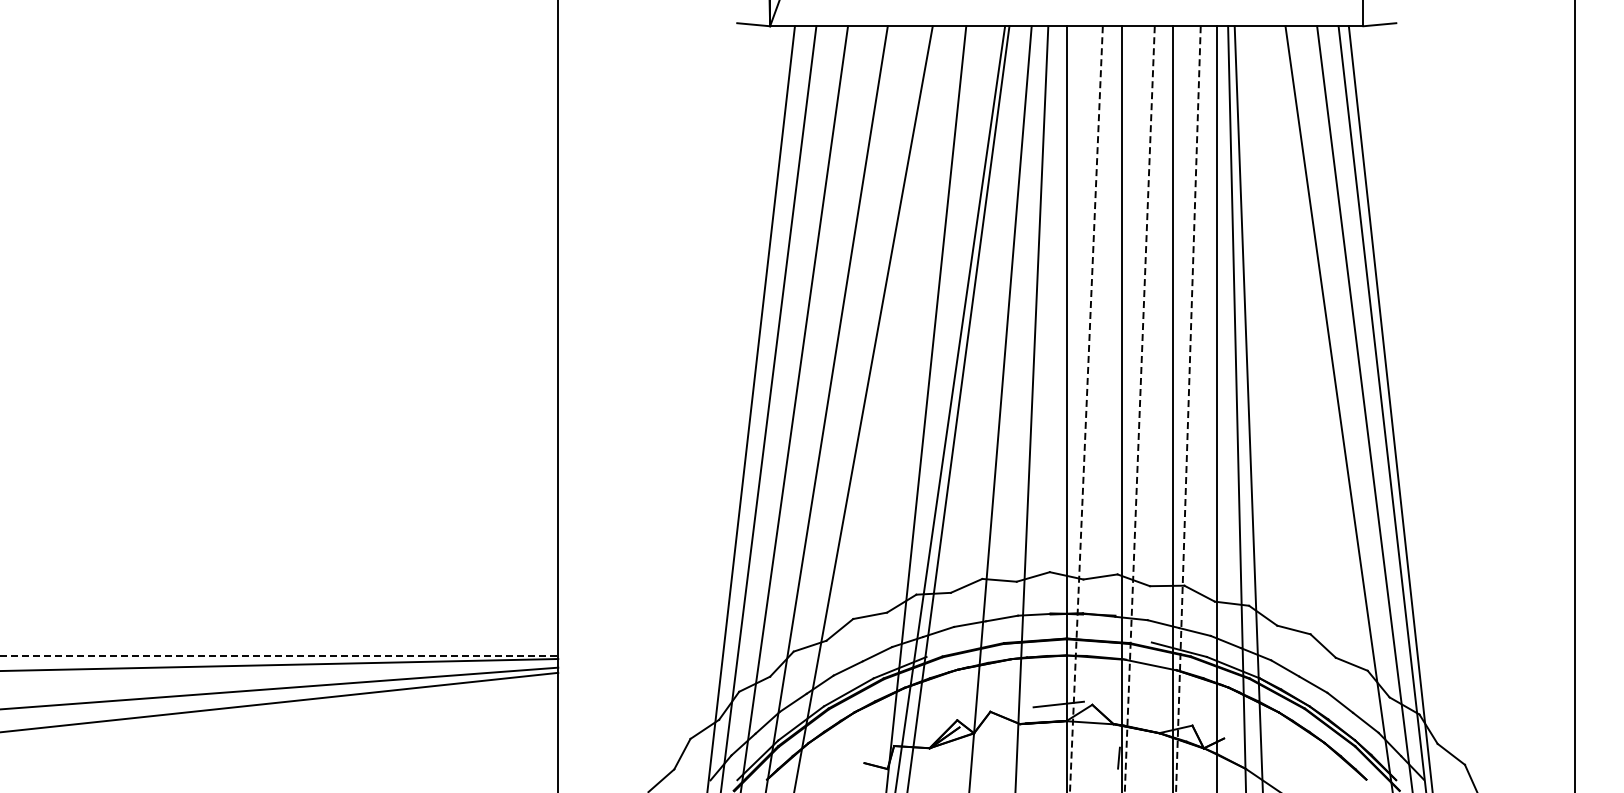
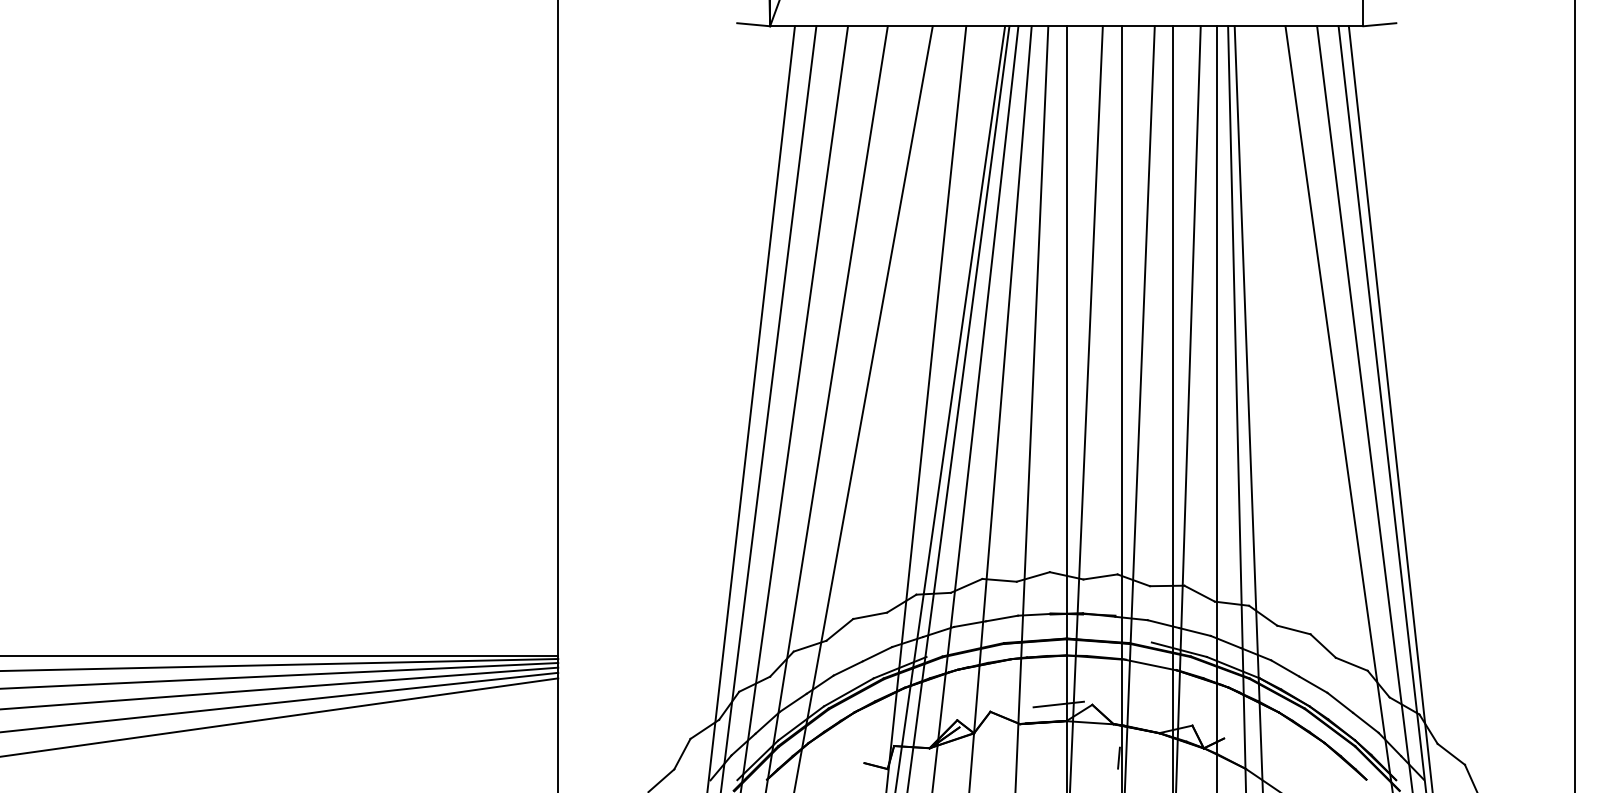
line at (975, 407): none -> present
line at (1086, 409): dashed -> solid
line at (1139, 409): dashed -> solid
line at (1188, 410): dashed -> solid
line at (279, 655): dashed -> solid
line at (280, 675): none -> present
line at (280, 717): none -> present
